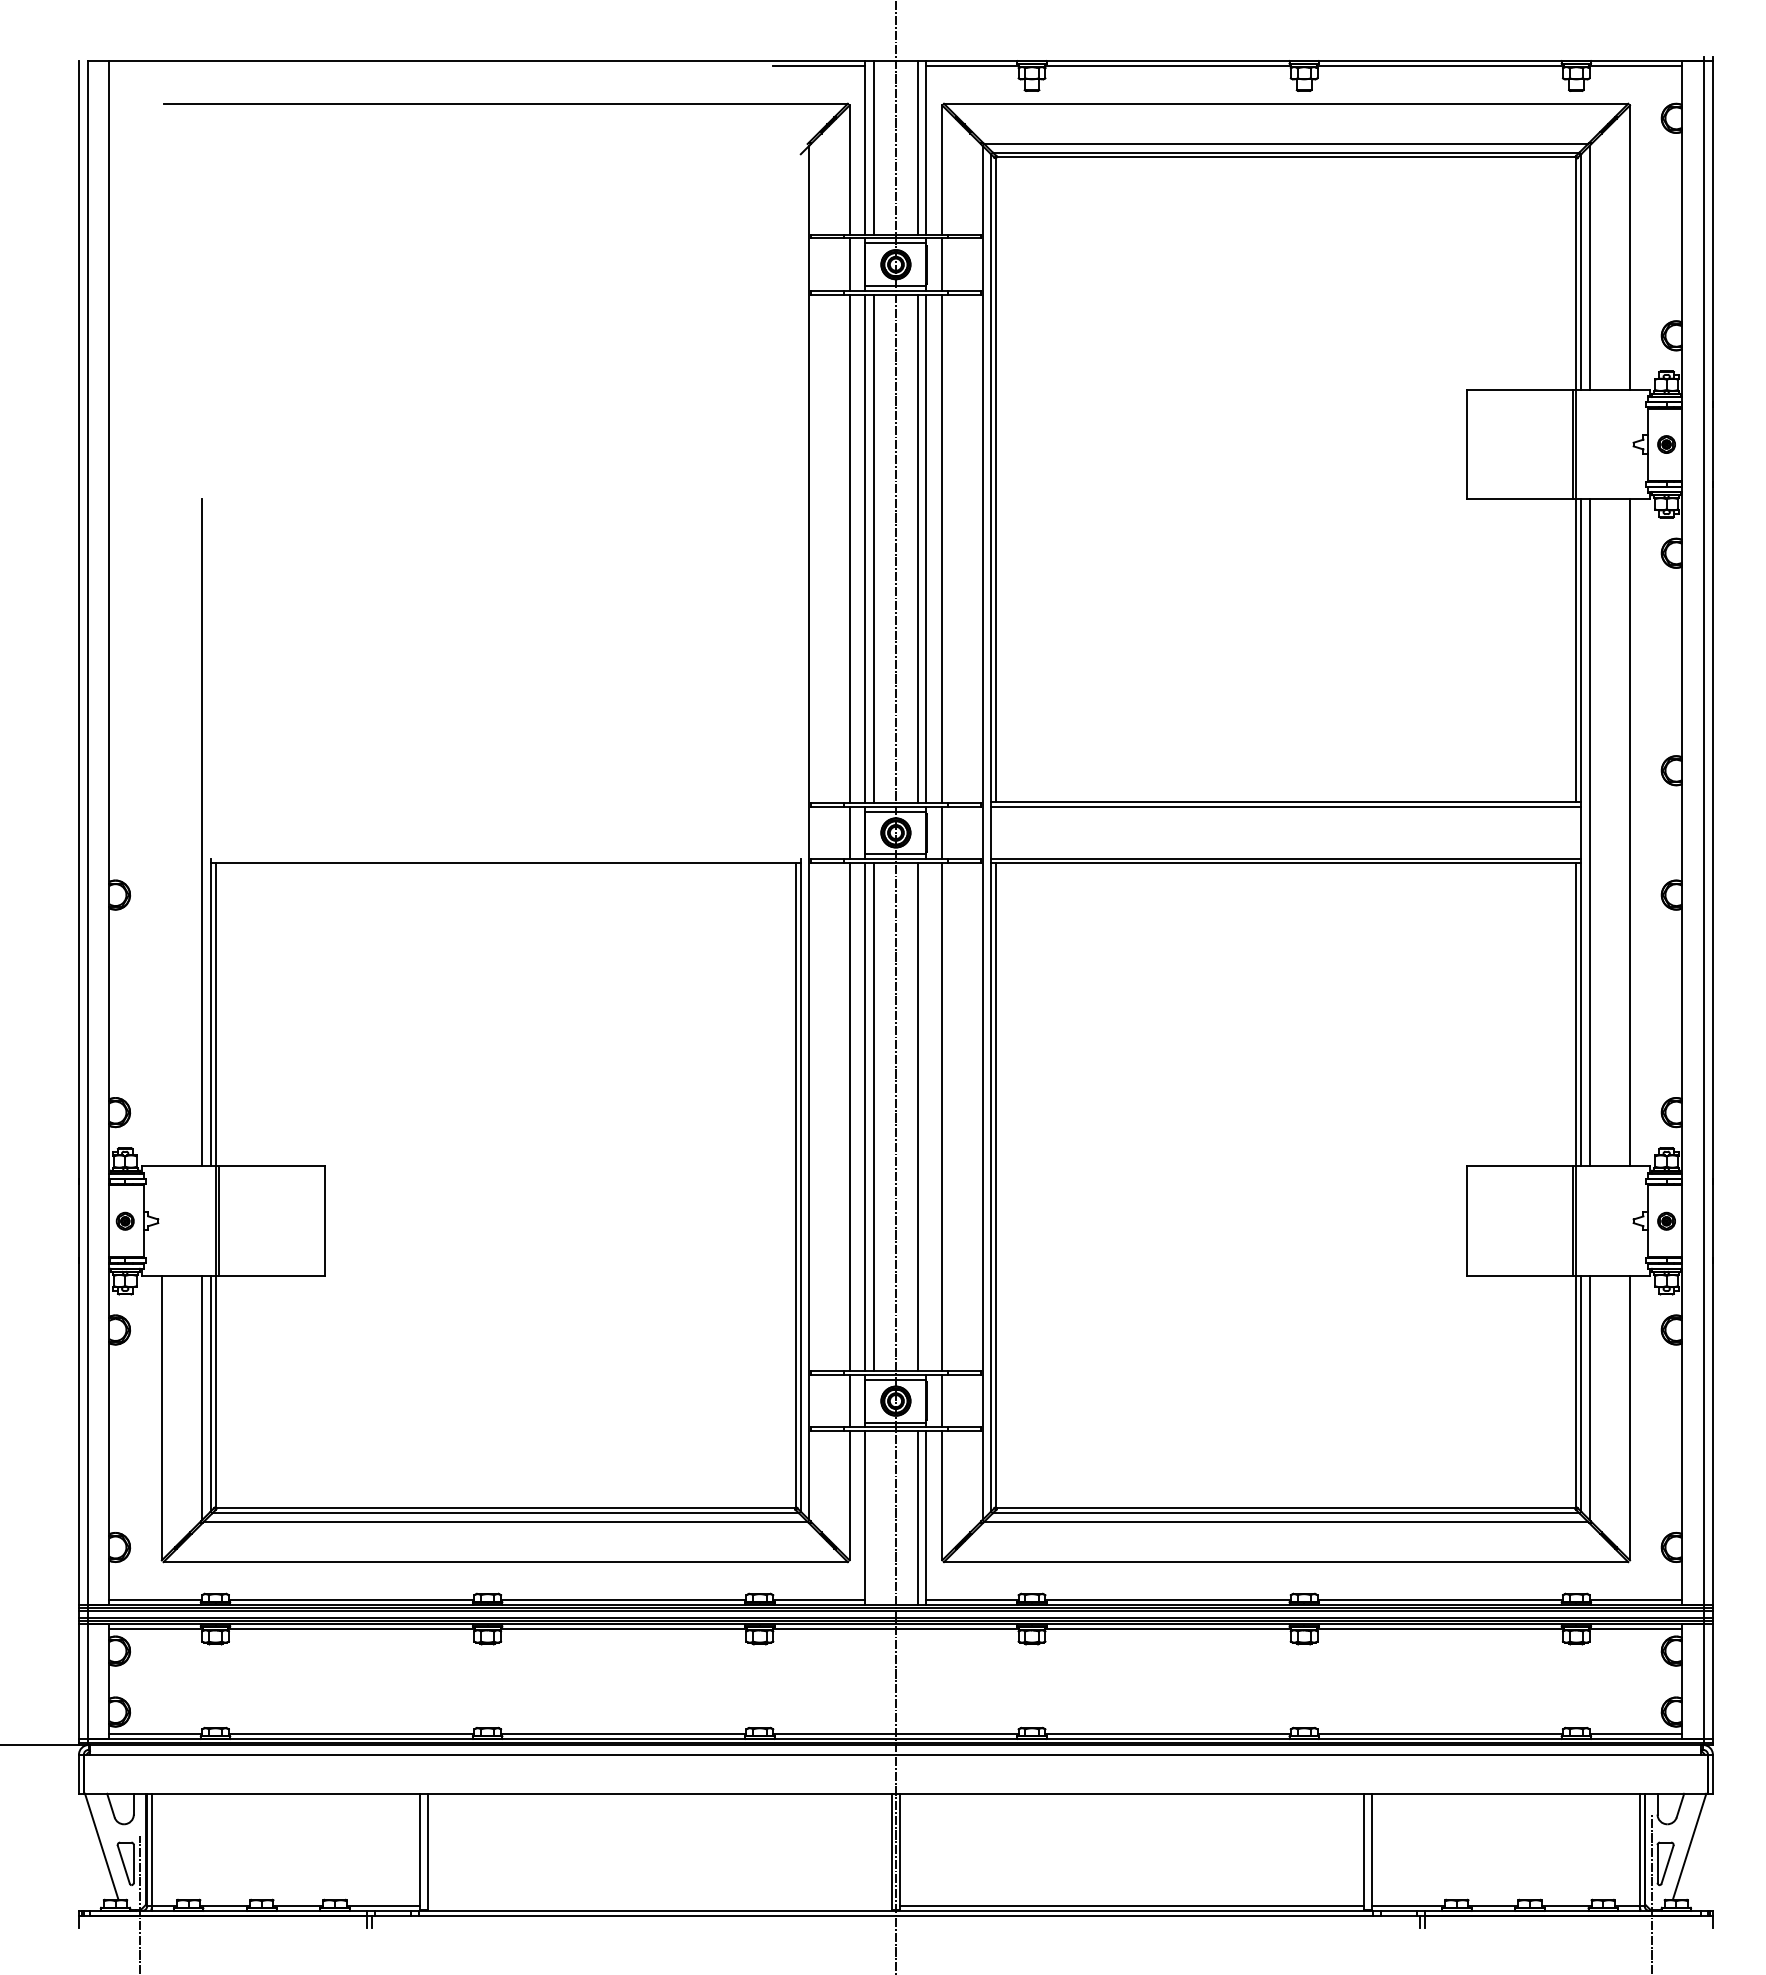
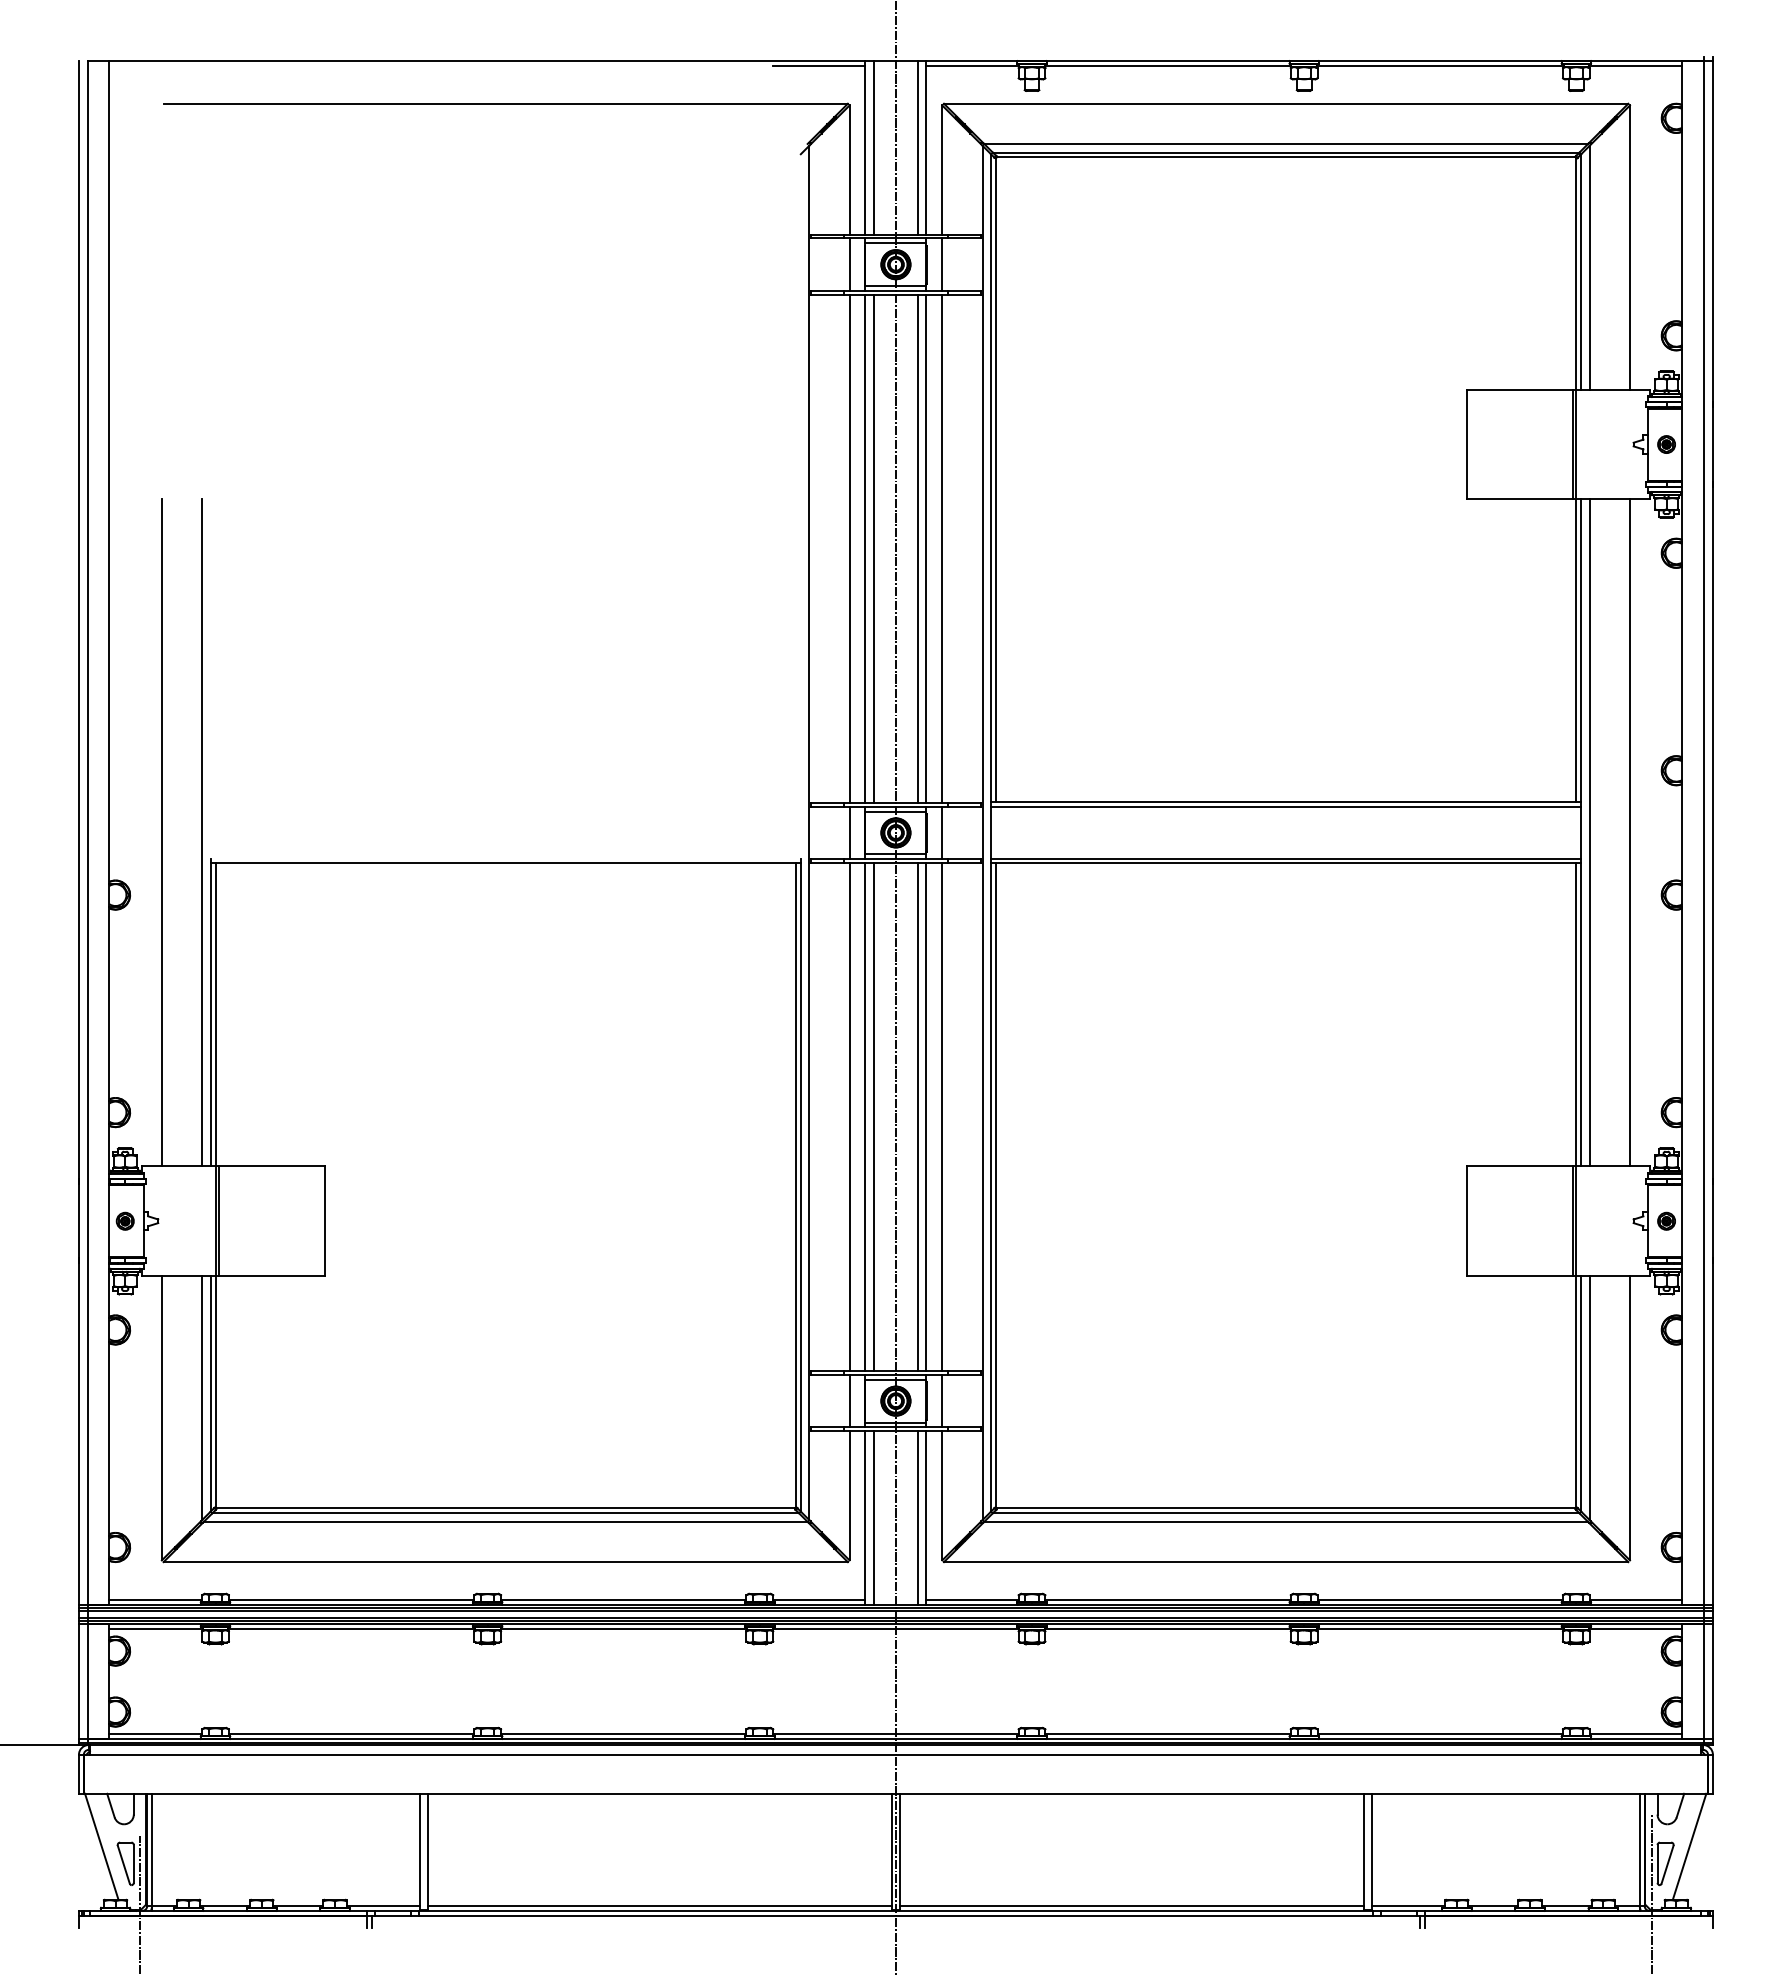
line at (161, 832): none -> present
line at (926, 1116): none -> present
line at (874, 1517): none -> present
line at (659, 1905): none -> present
